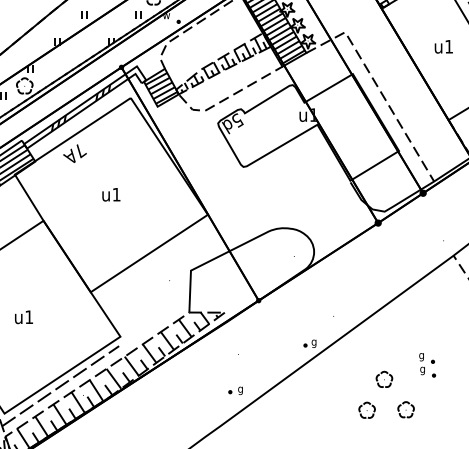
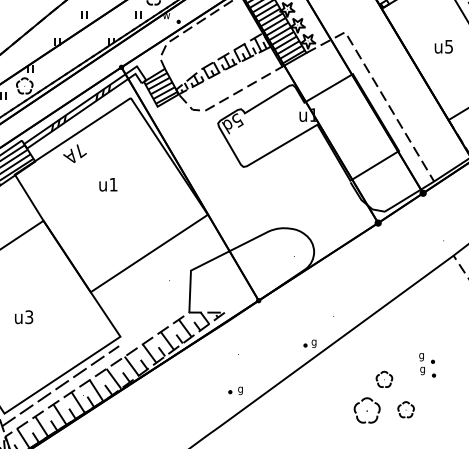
text at (448, 46): u1 -> u5
text at (111, 194) position: (111, 194) -> (108, 184)
text at (29, 317): u1 -> u3
part at (366, 409) size: 18x18 px -> 28x27 px
